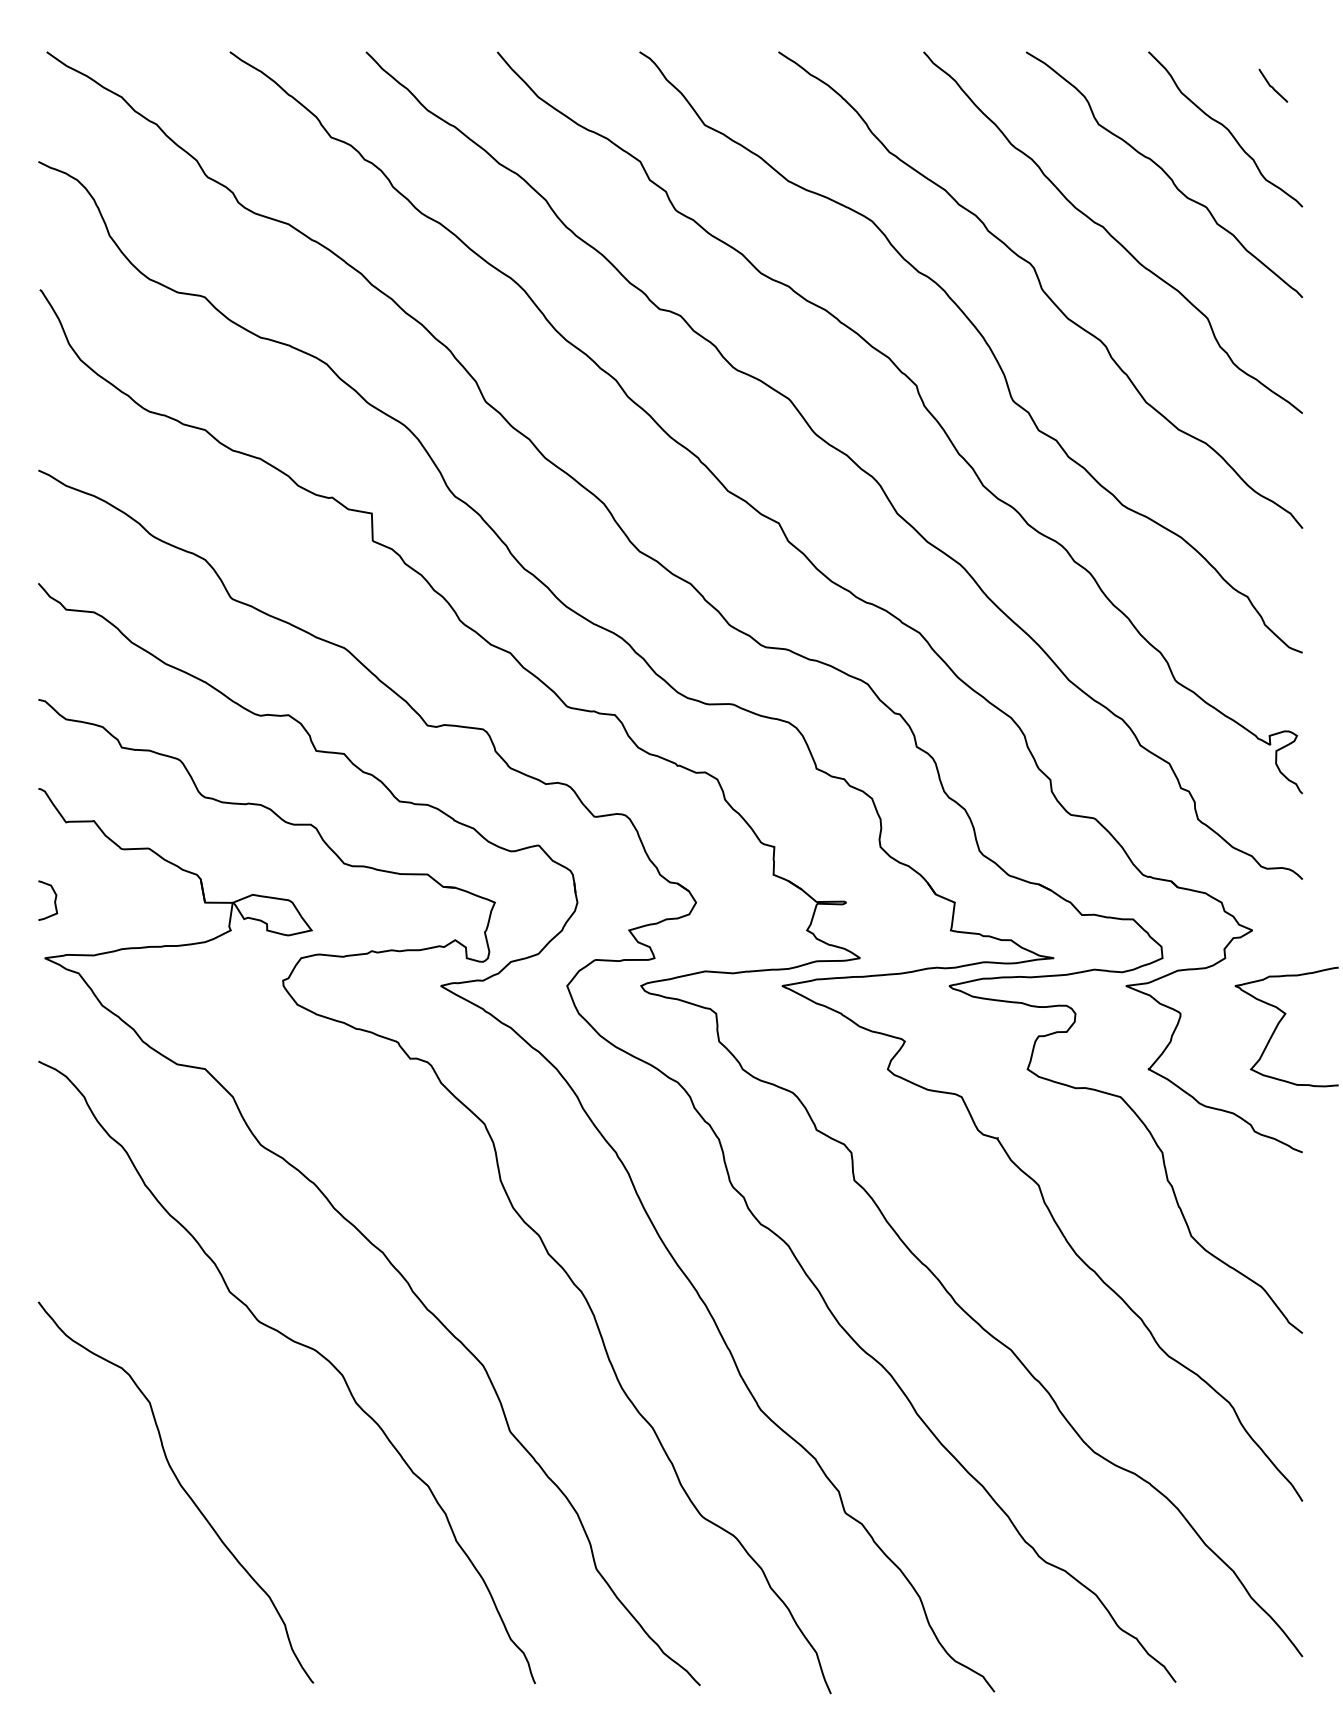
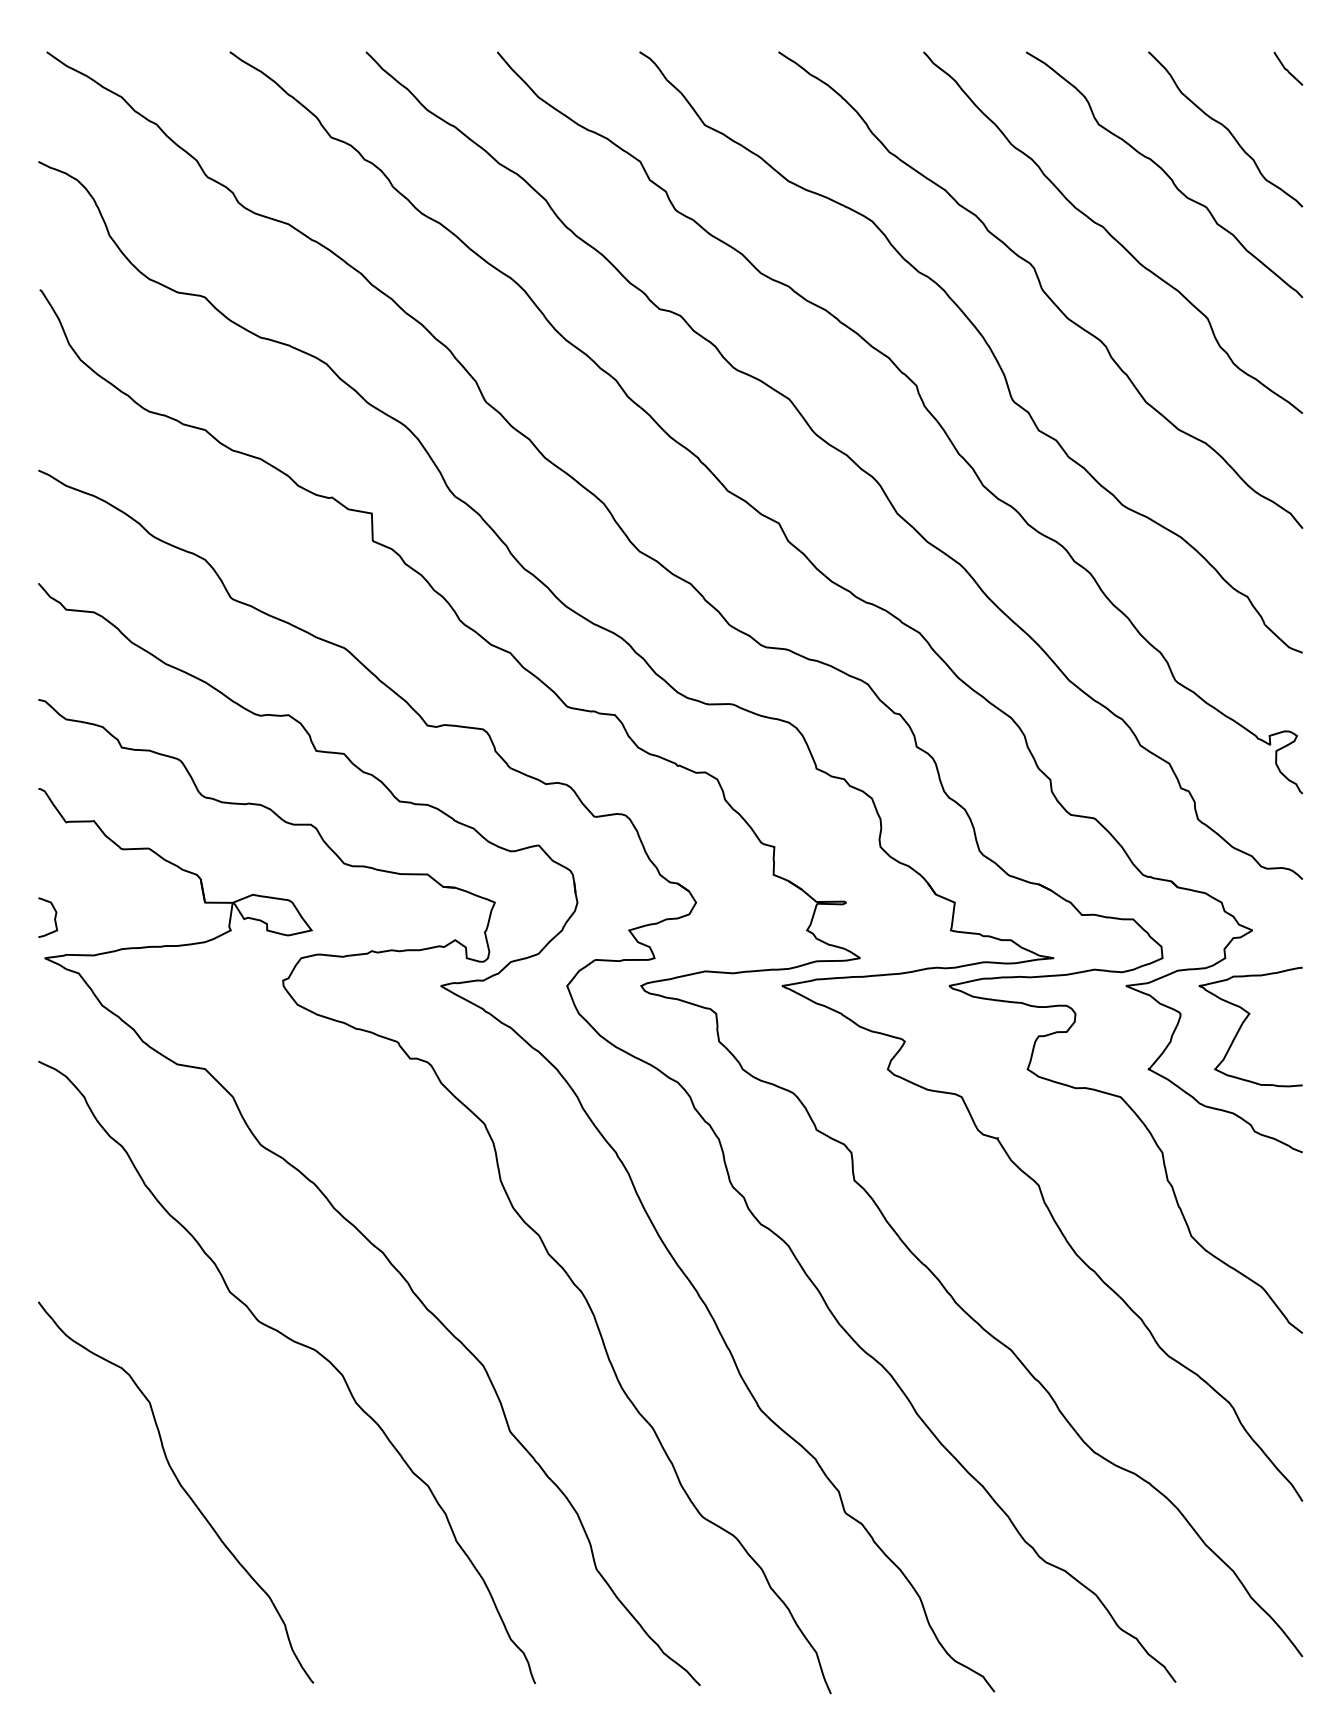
curve at (1272, 86) position: (1272, 86) -> (1287, 69)
curve at (54, 900) position: (54, 900) -> (54, 917)
curve at (1280, 1022) position: (1280, 1022) -> (1244, 1022)
